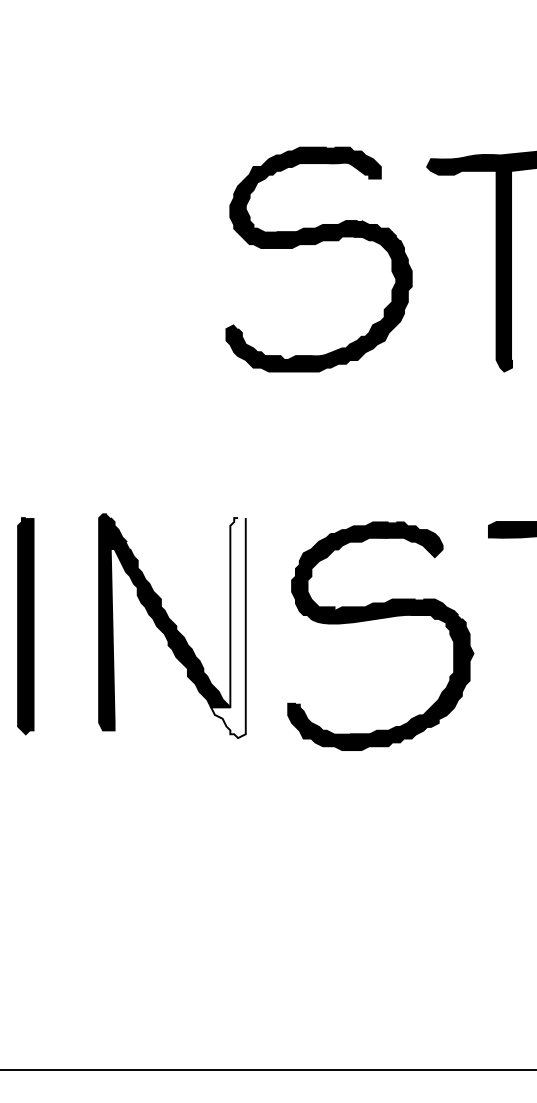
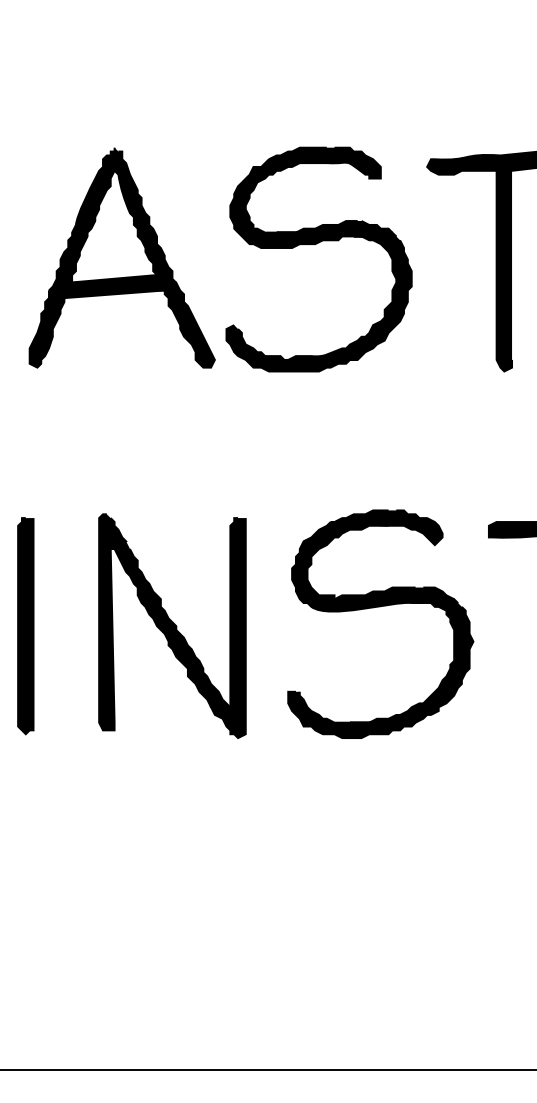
part at (121, 257): none -> present
part at (380, 619) position: (380, 619) -> (380, 607)
fill at (228, 628): none -> present
